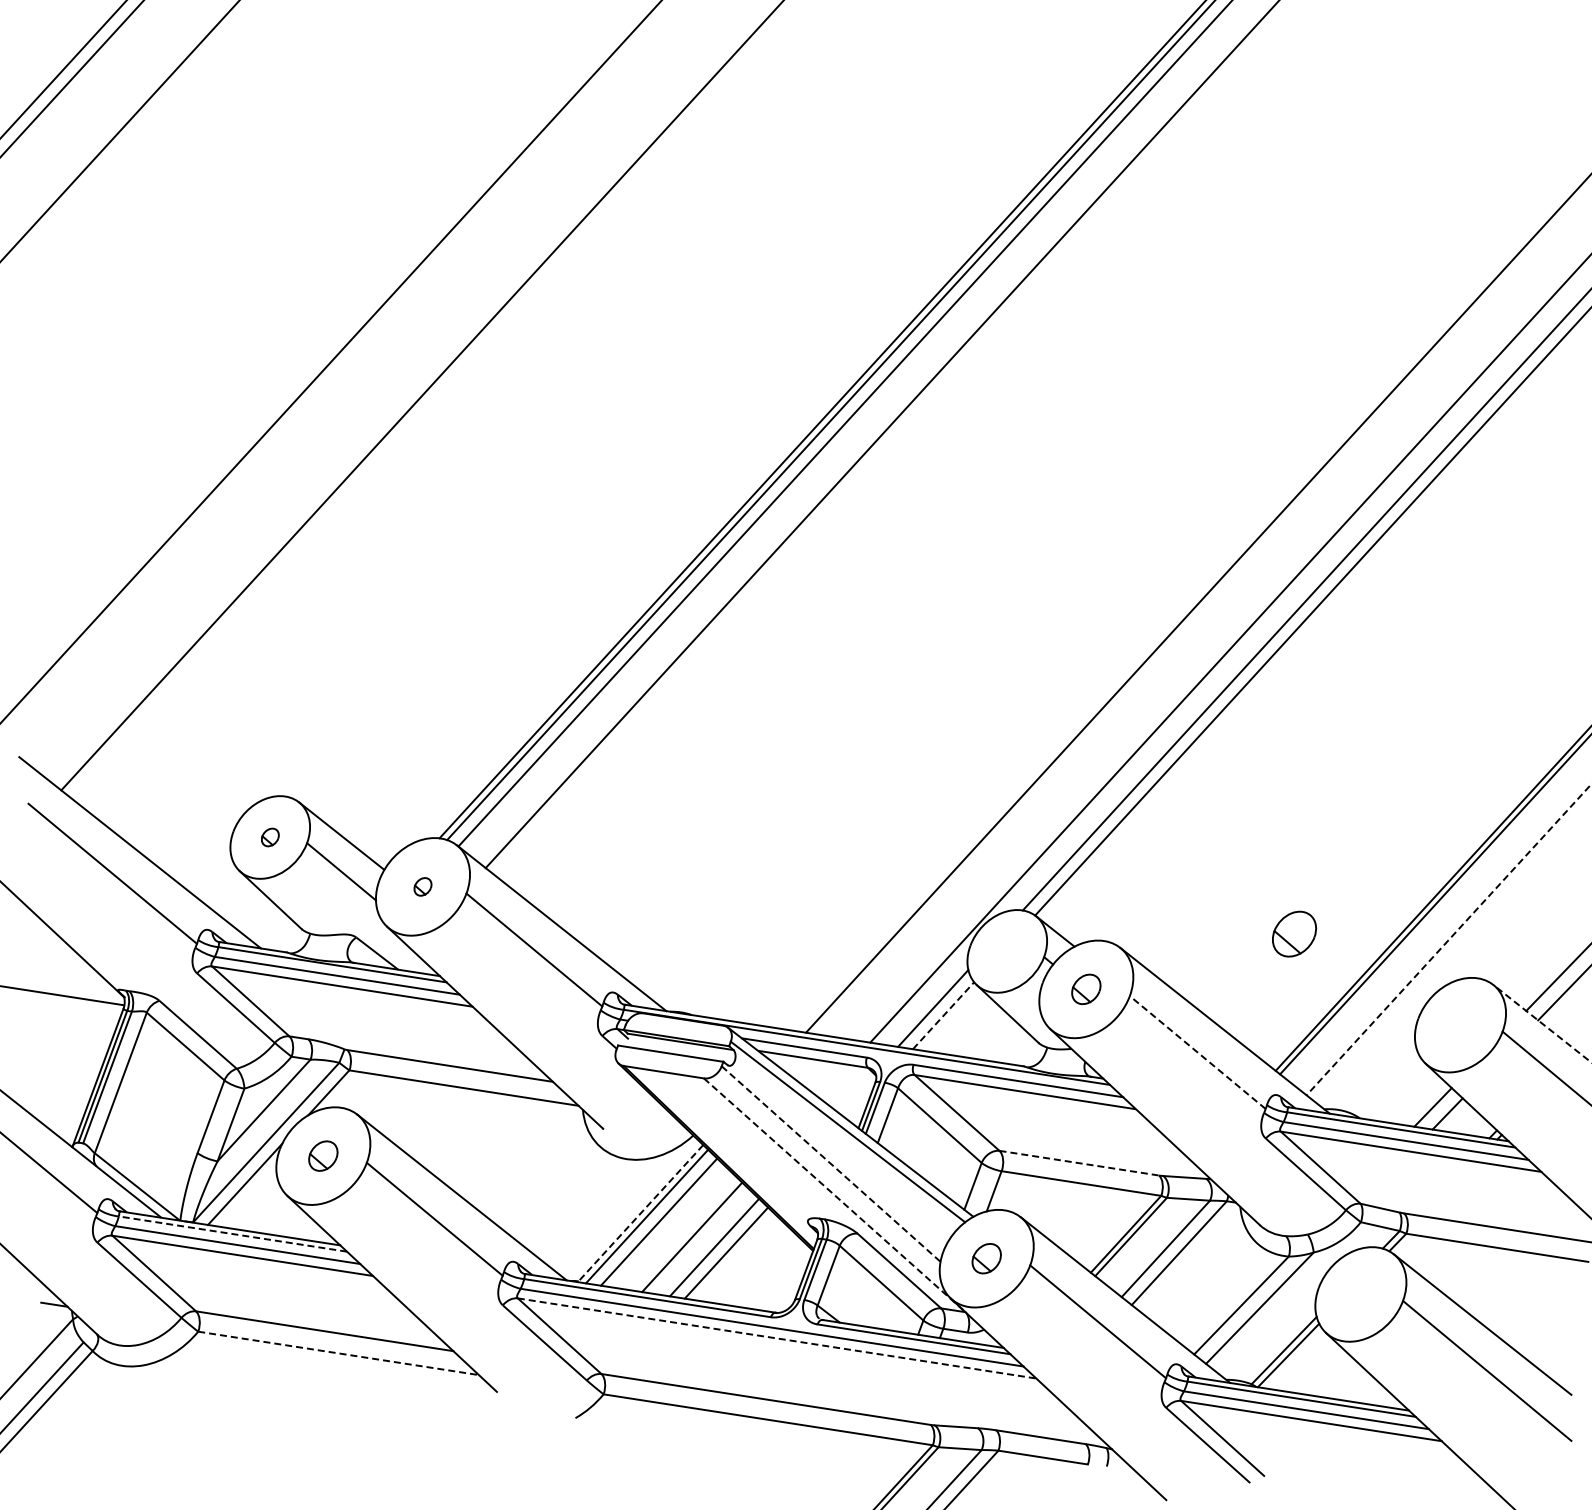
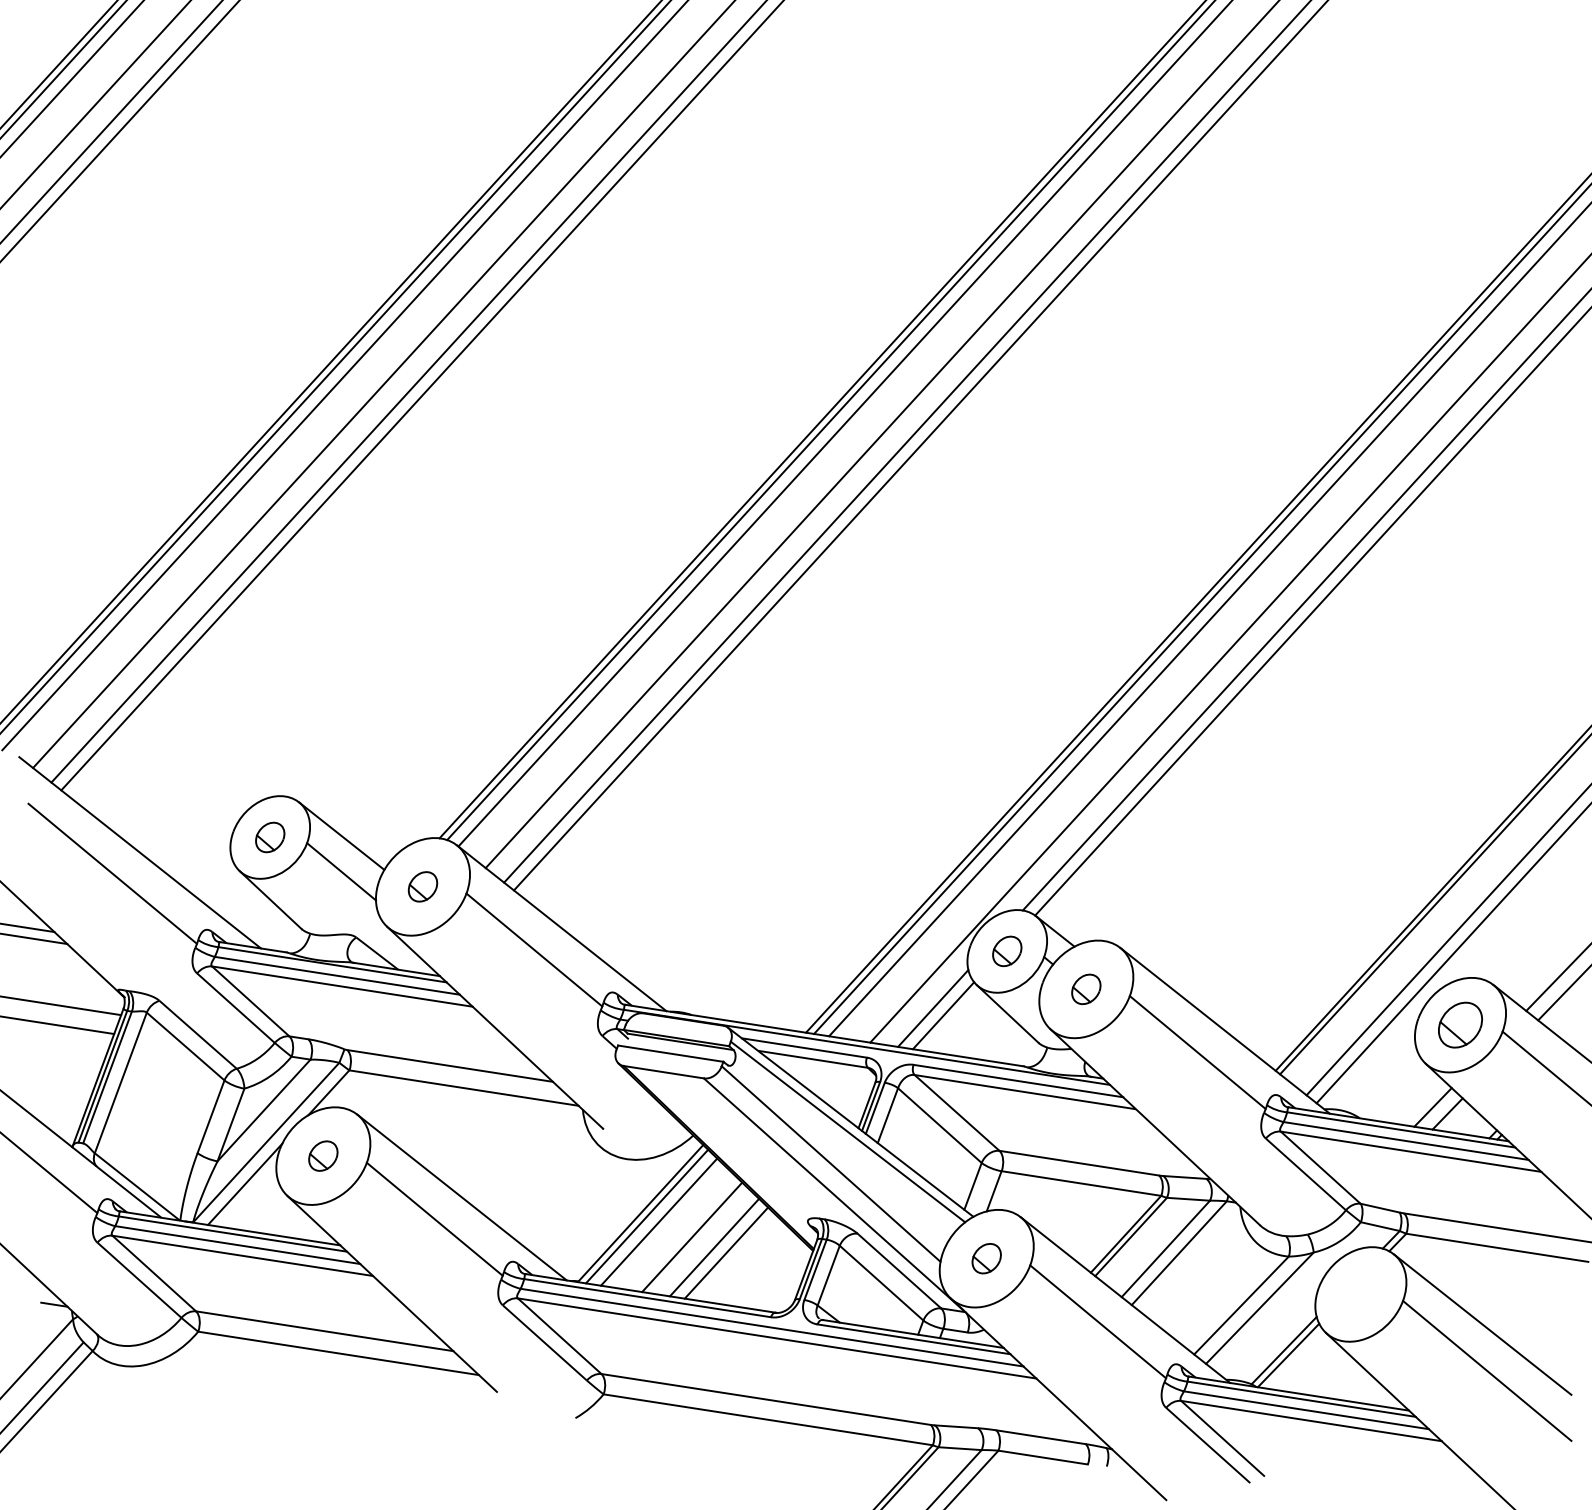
line at (58, 64): none -> present
line at (95, 104): none -> present
line at (111, 121): none -> present
line at (335, 366): none -> present
line at (344, 376): none -> present
line at (383, 385): none -> present
line at (407, 392): none -> present
line at (906, 442): none -> present
line at (919, 446): none -> present
line at (1201, 610): none -> present
line at (1208, 620): none -> present
part at (270, 837) size: 19x21 px -> 31x33 px
part at (422, 886) size: 20x20 px -> 32x32 px
line at (28, 927): none -> present
part at (1294, 933) position: (1294, 933) -> (1460, 1024)
line at (34, 938): none -> present
line at (1449, 939): dashed -> solid
part at (1007, 951): none -> present
line at (1452, 954): none -> present
line at (62, 995) position: (62, 995) -> (61, 1005)
line at (943, 1015): dashed -> solid
line at (1541, 1023): dashed -> solid
line at (58, 1025): none -> present
line at (1197, 1052): dashed -> solid
line at (1079, 1163): dashed -> solid
line at (831, 1164): dashed -> solid
line at (834, 1194): dashed -> solid
line at (640, 1213): dashed -> solid
line at (232, 1234): dashed -> solid
line at (777, 1338): dashed -> solid
line at (339, 1353): dashed -> solid
